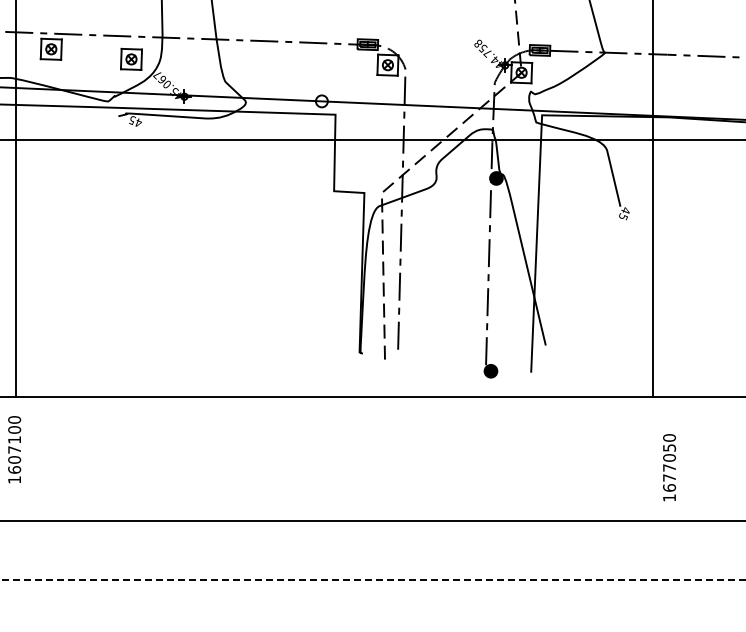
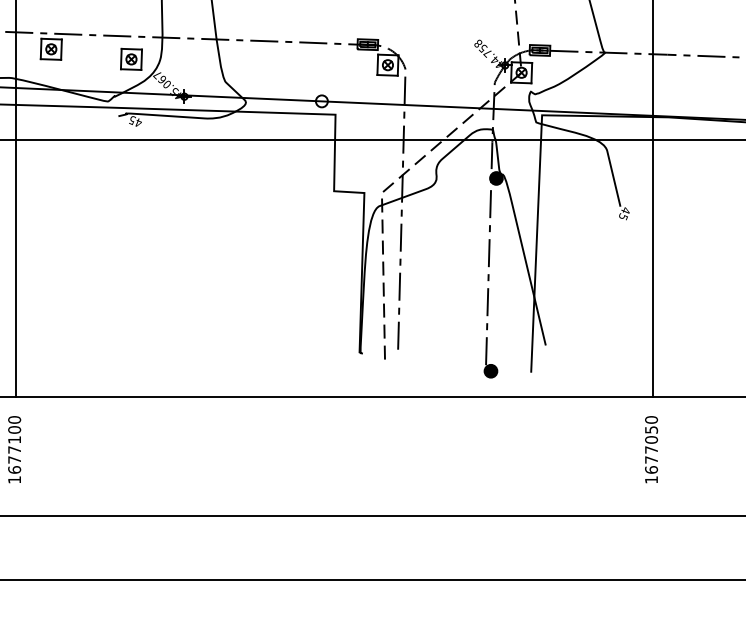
text at (14, 459): 1607100 -> 1677100
text at (669, 467) position: (669, 467) -> (651, 449)
line at (372, 521) position: (372, 521) -> (372, 516)
line at (372, 579): dashed -> solid
